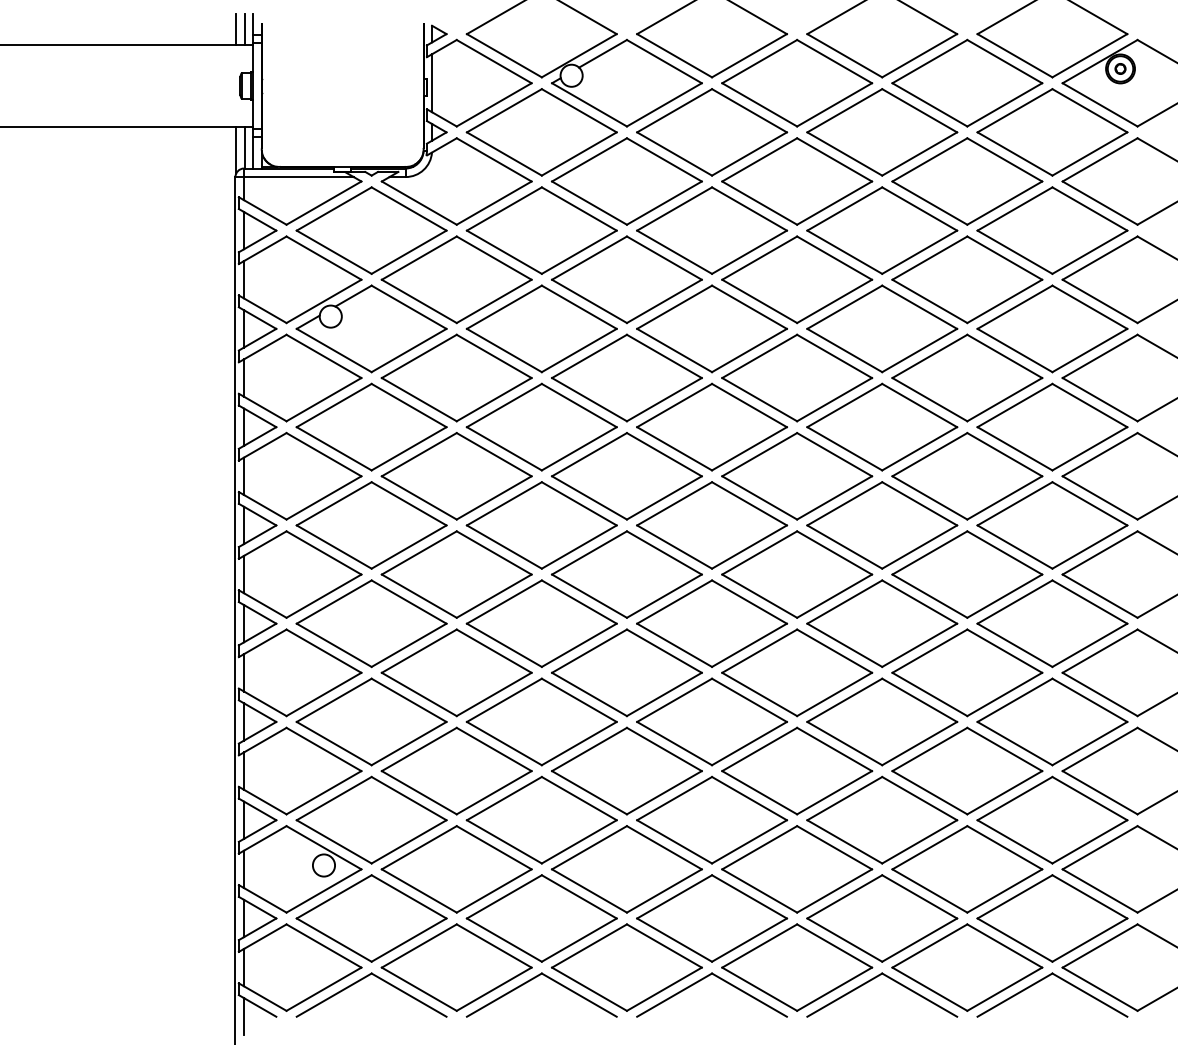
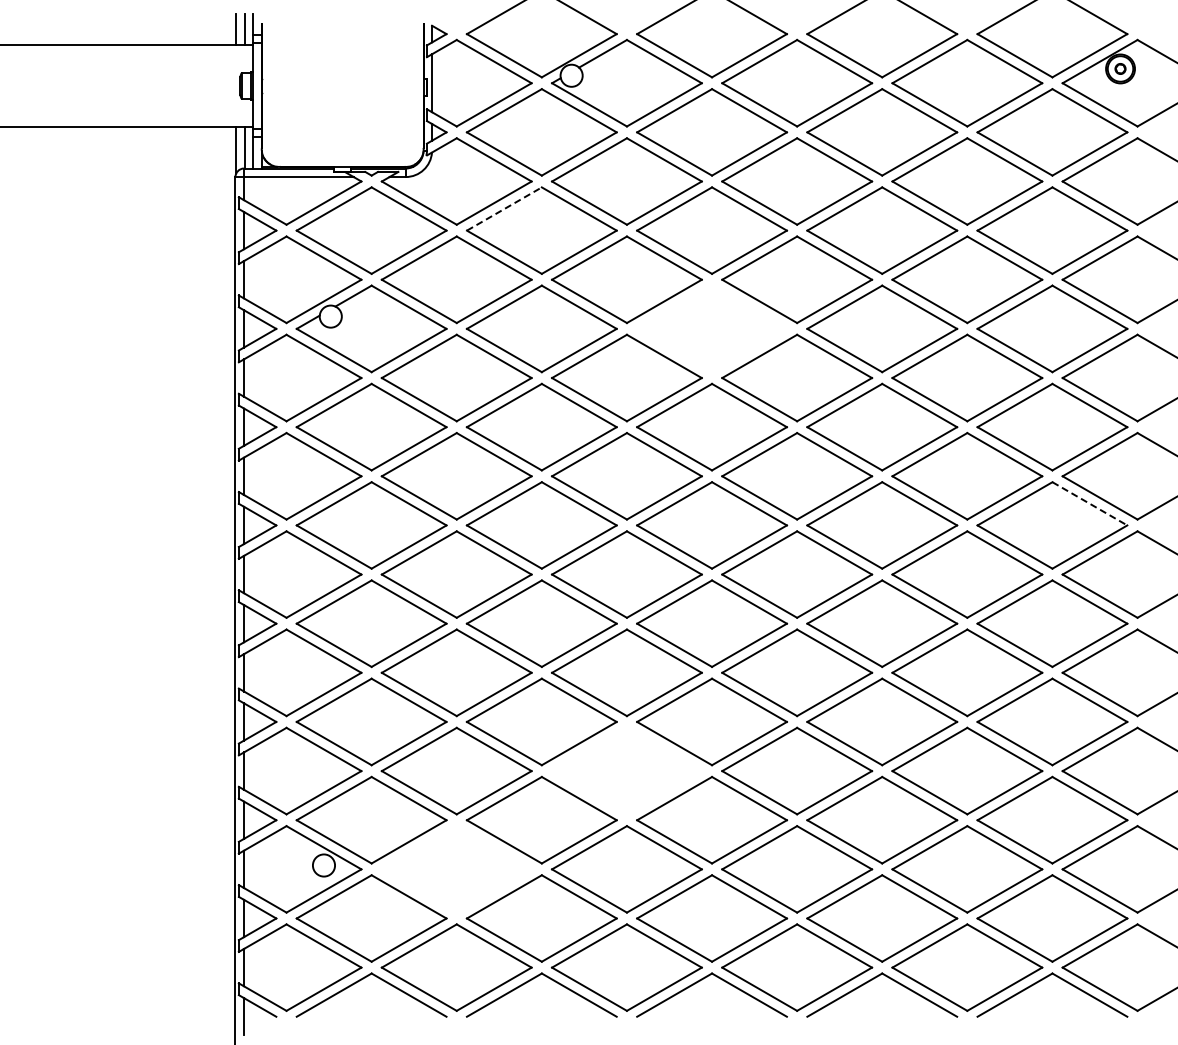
line at (504, 208): solid -> dashed
part at (711, 328): present -> none
line at (1090, 504): solid -> dashed
part at (626, 770): present -> none
part at (456, 869): present -> none
